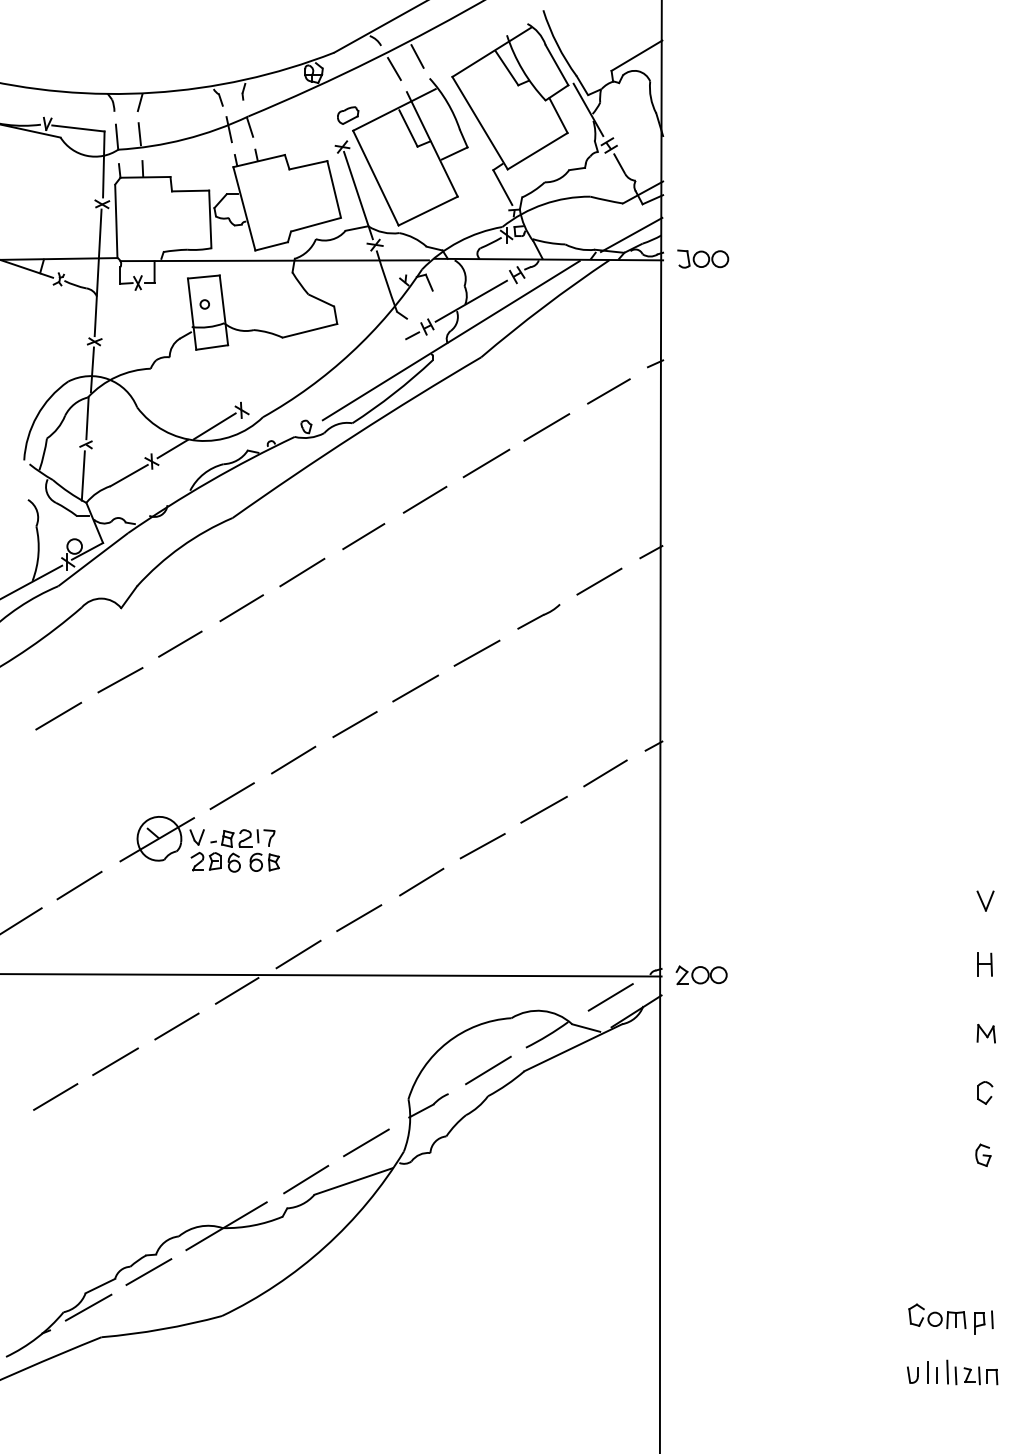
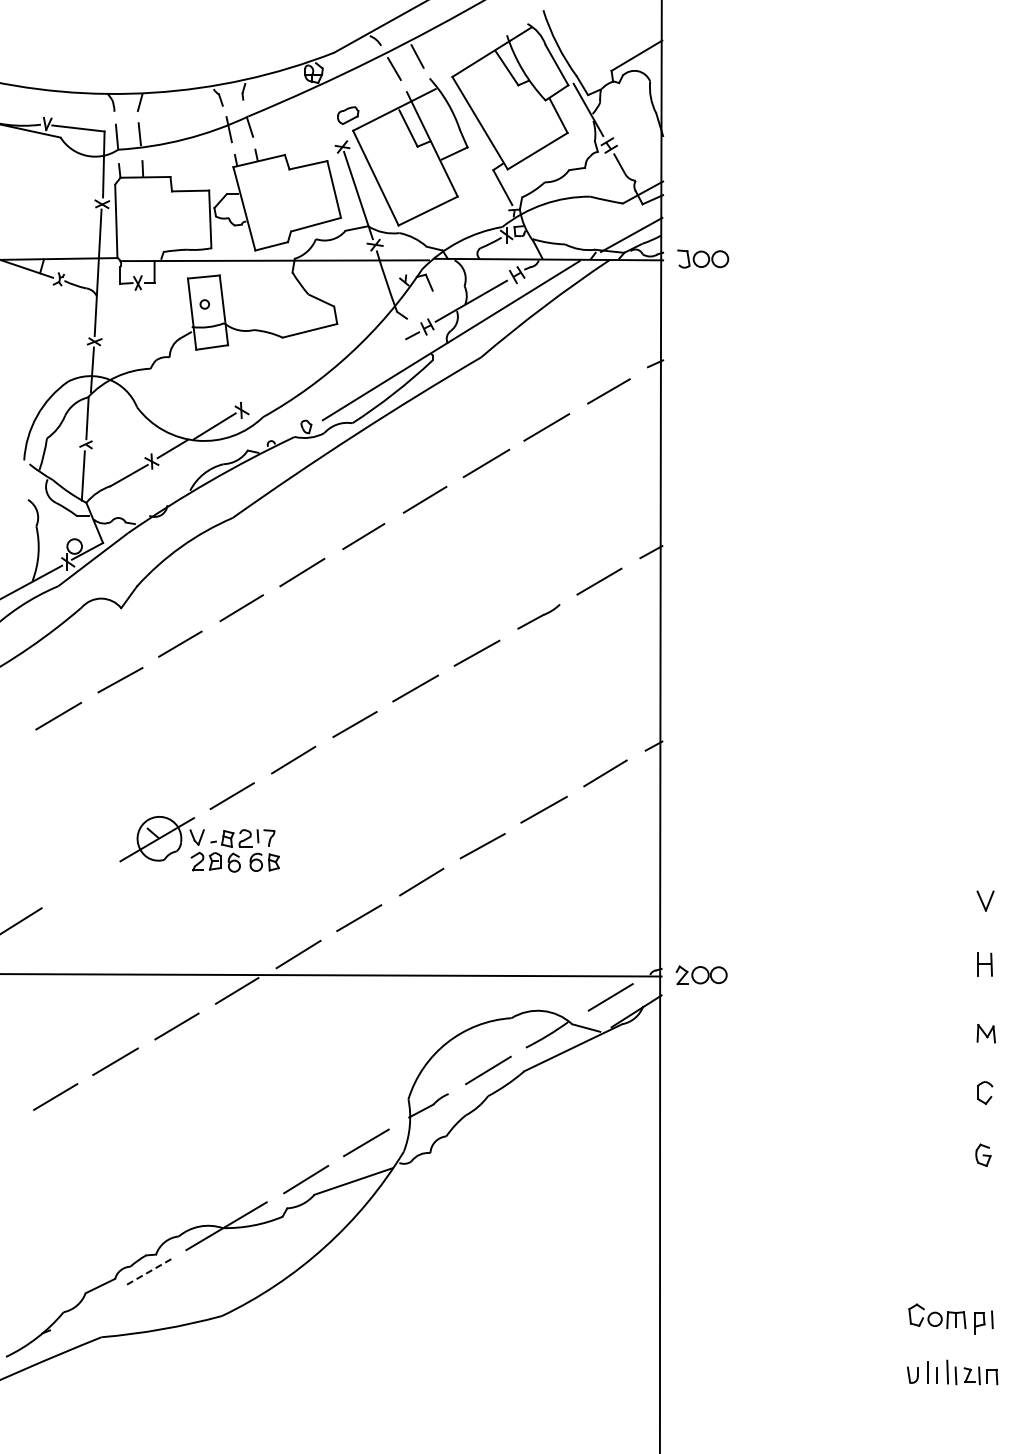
line at (79, 885): present -> none
line at (148, 1272): solid -> dashed
line at (88, 1307): present -> none
